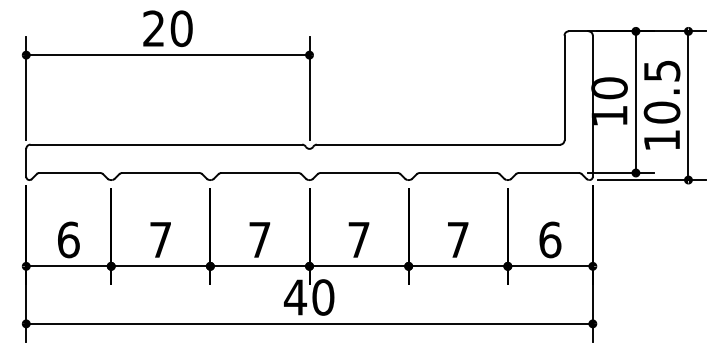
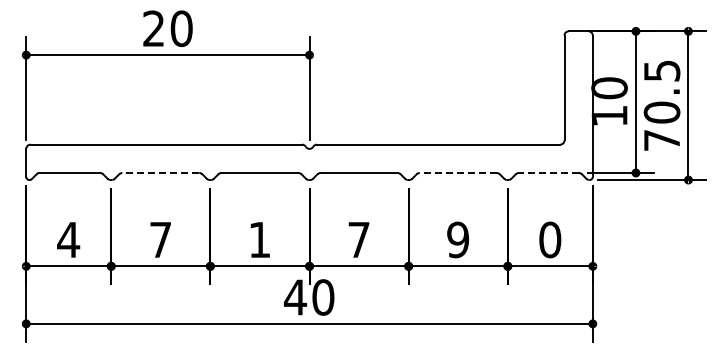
text at (661, 140): 10.5 -> 70.5
line at (160, 173): solid -> dashed
line at (457, 173): solid -> dashed
line at (548, 173): solid -> dashed
text at (68, 239): 6 -> 4
text at (259, 239): 7 -> 1
text at (457, 239): 7 -> 9
text at (550, 239): 6 -> 0
